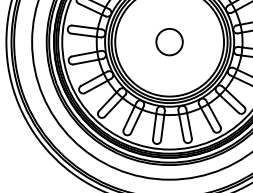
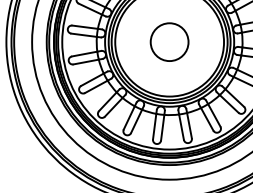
circle at (169, 42) size: 29x29 px -> 41x40 px
